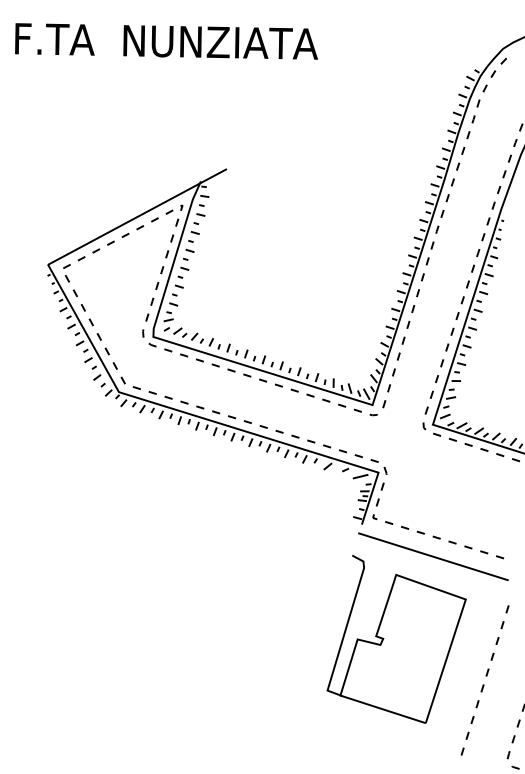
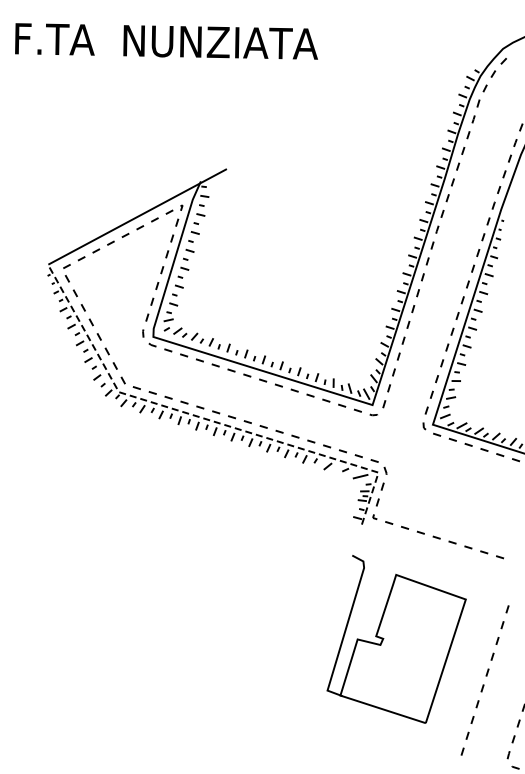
line at (204, 418): solid -> dashed
line at (433, 556): present -> none
